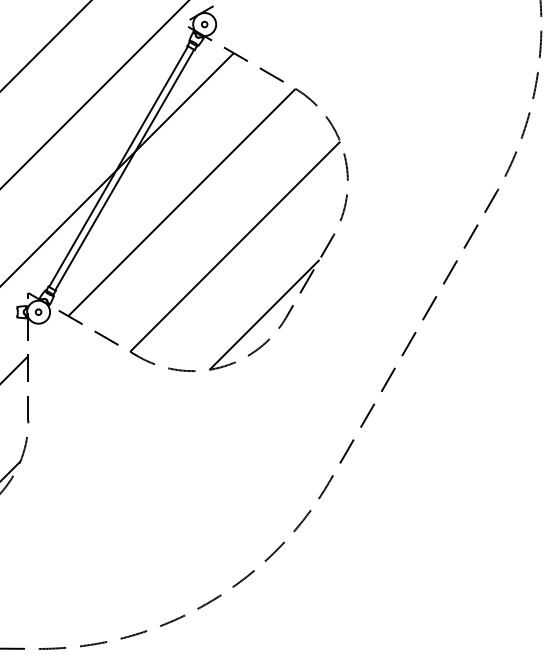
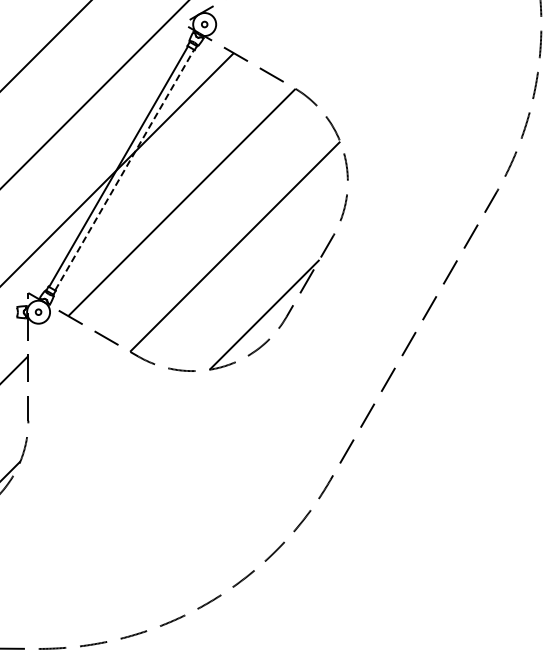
line at (124, 170): solid -> dashed
